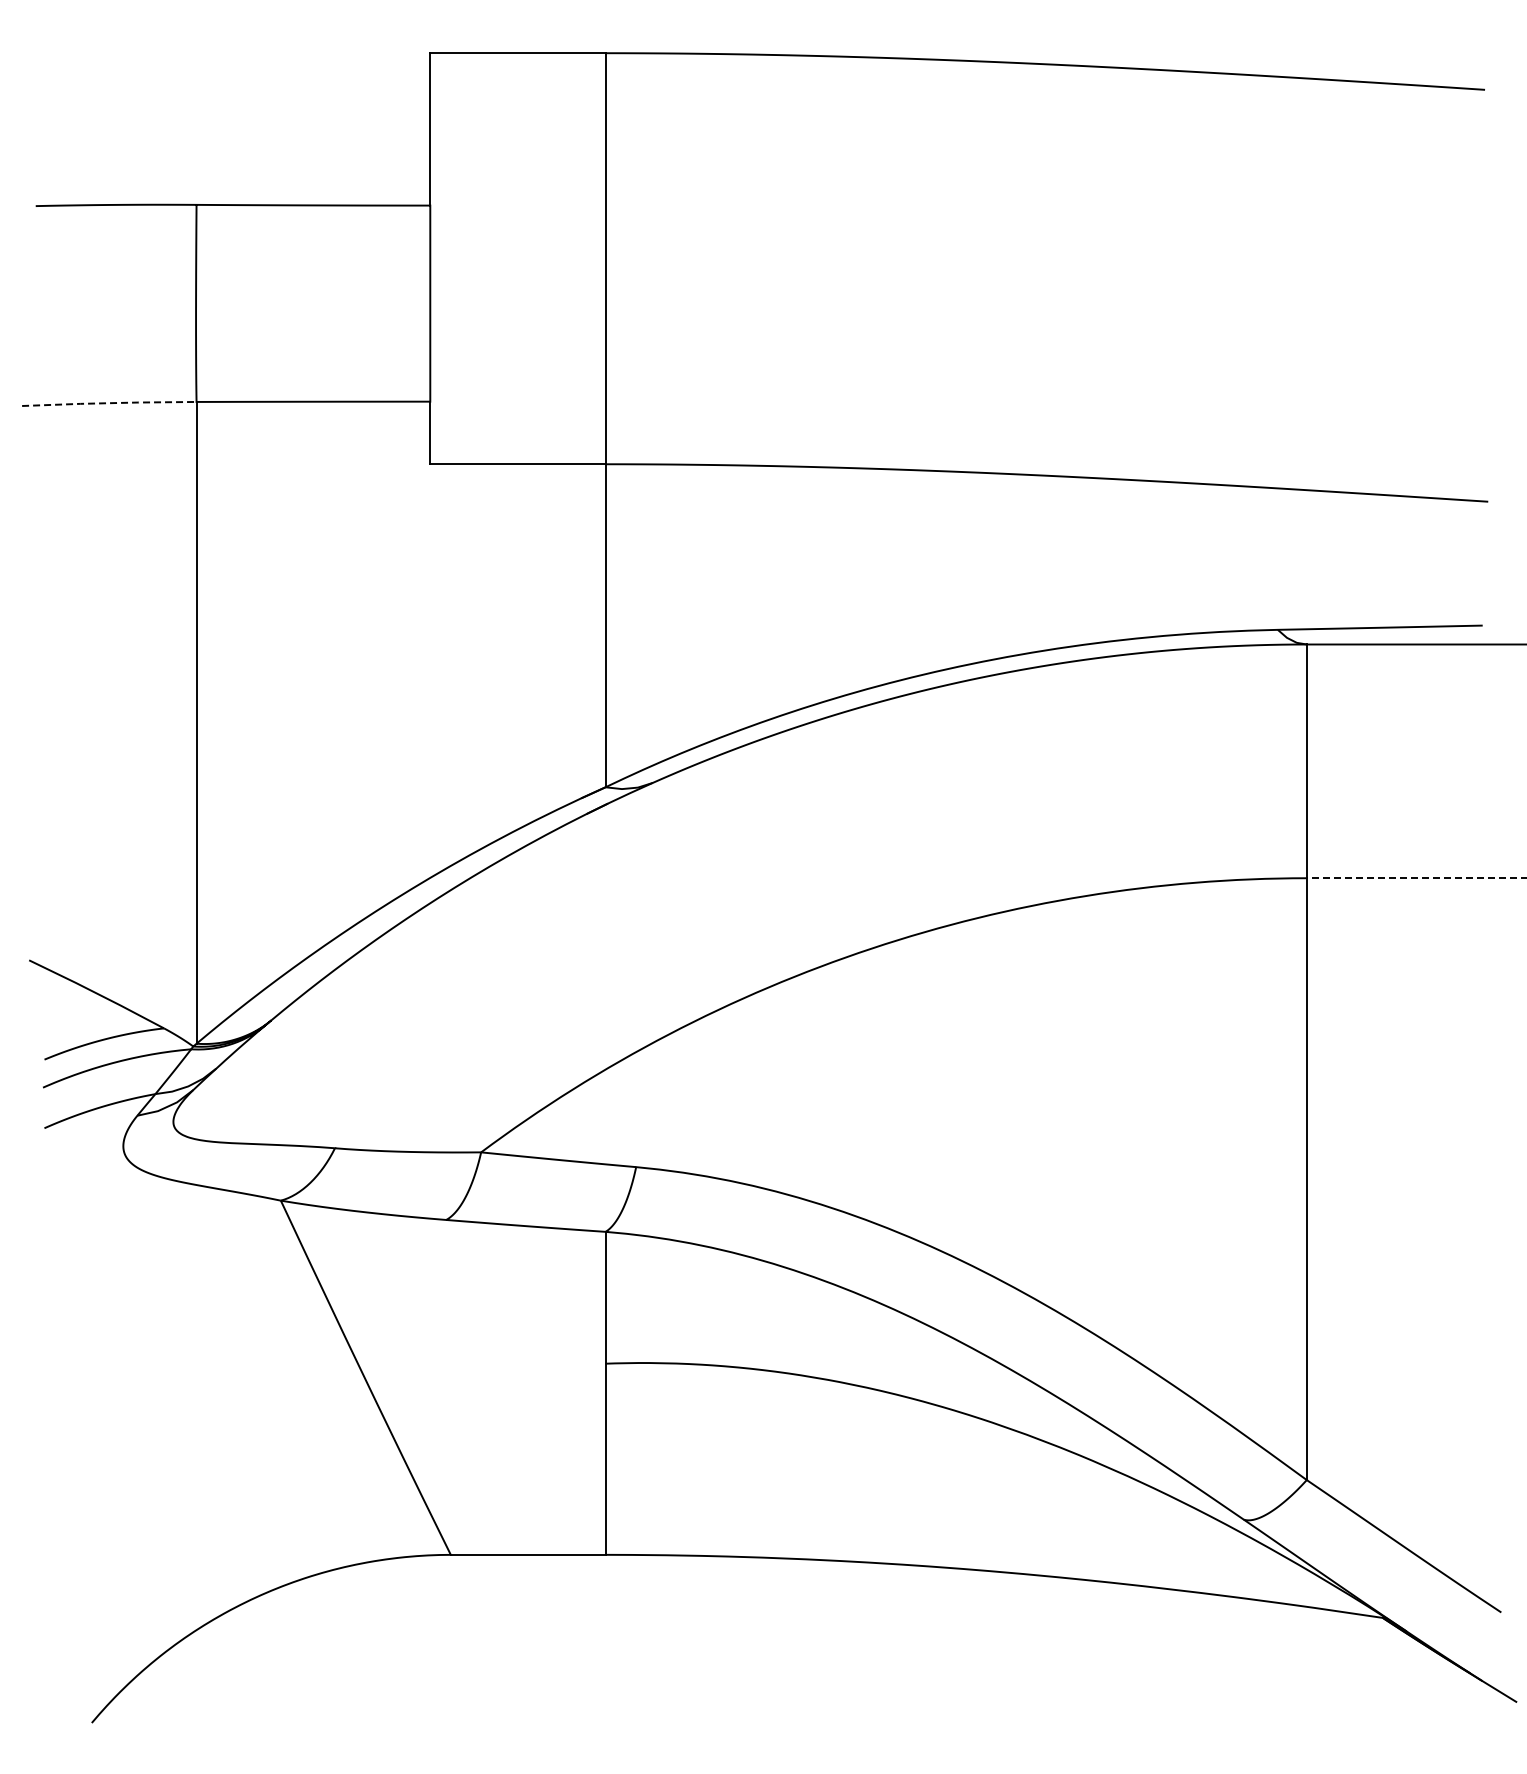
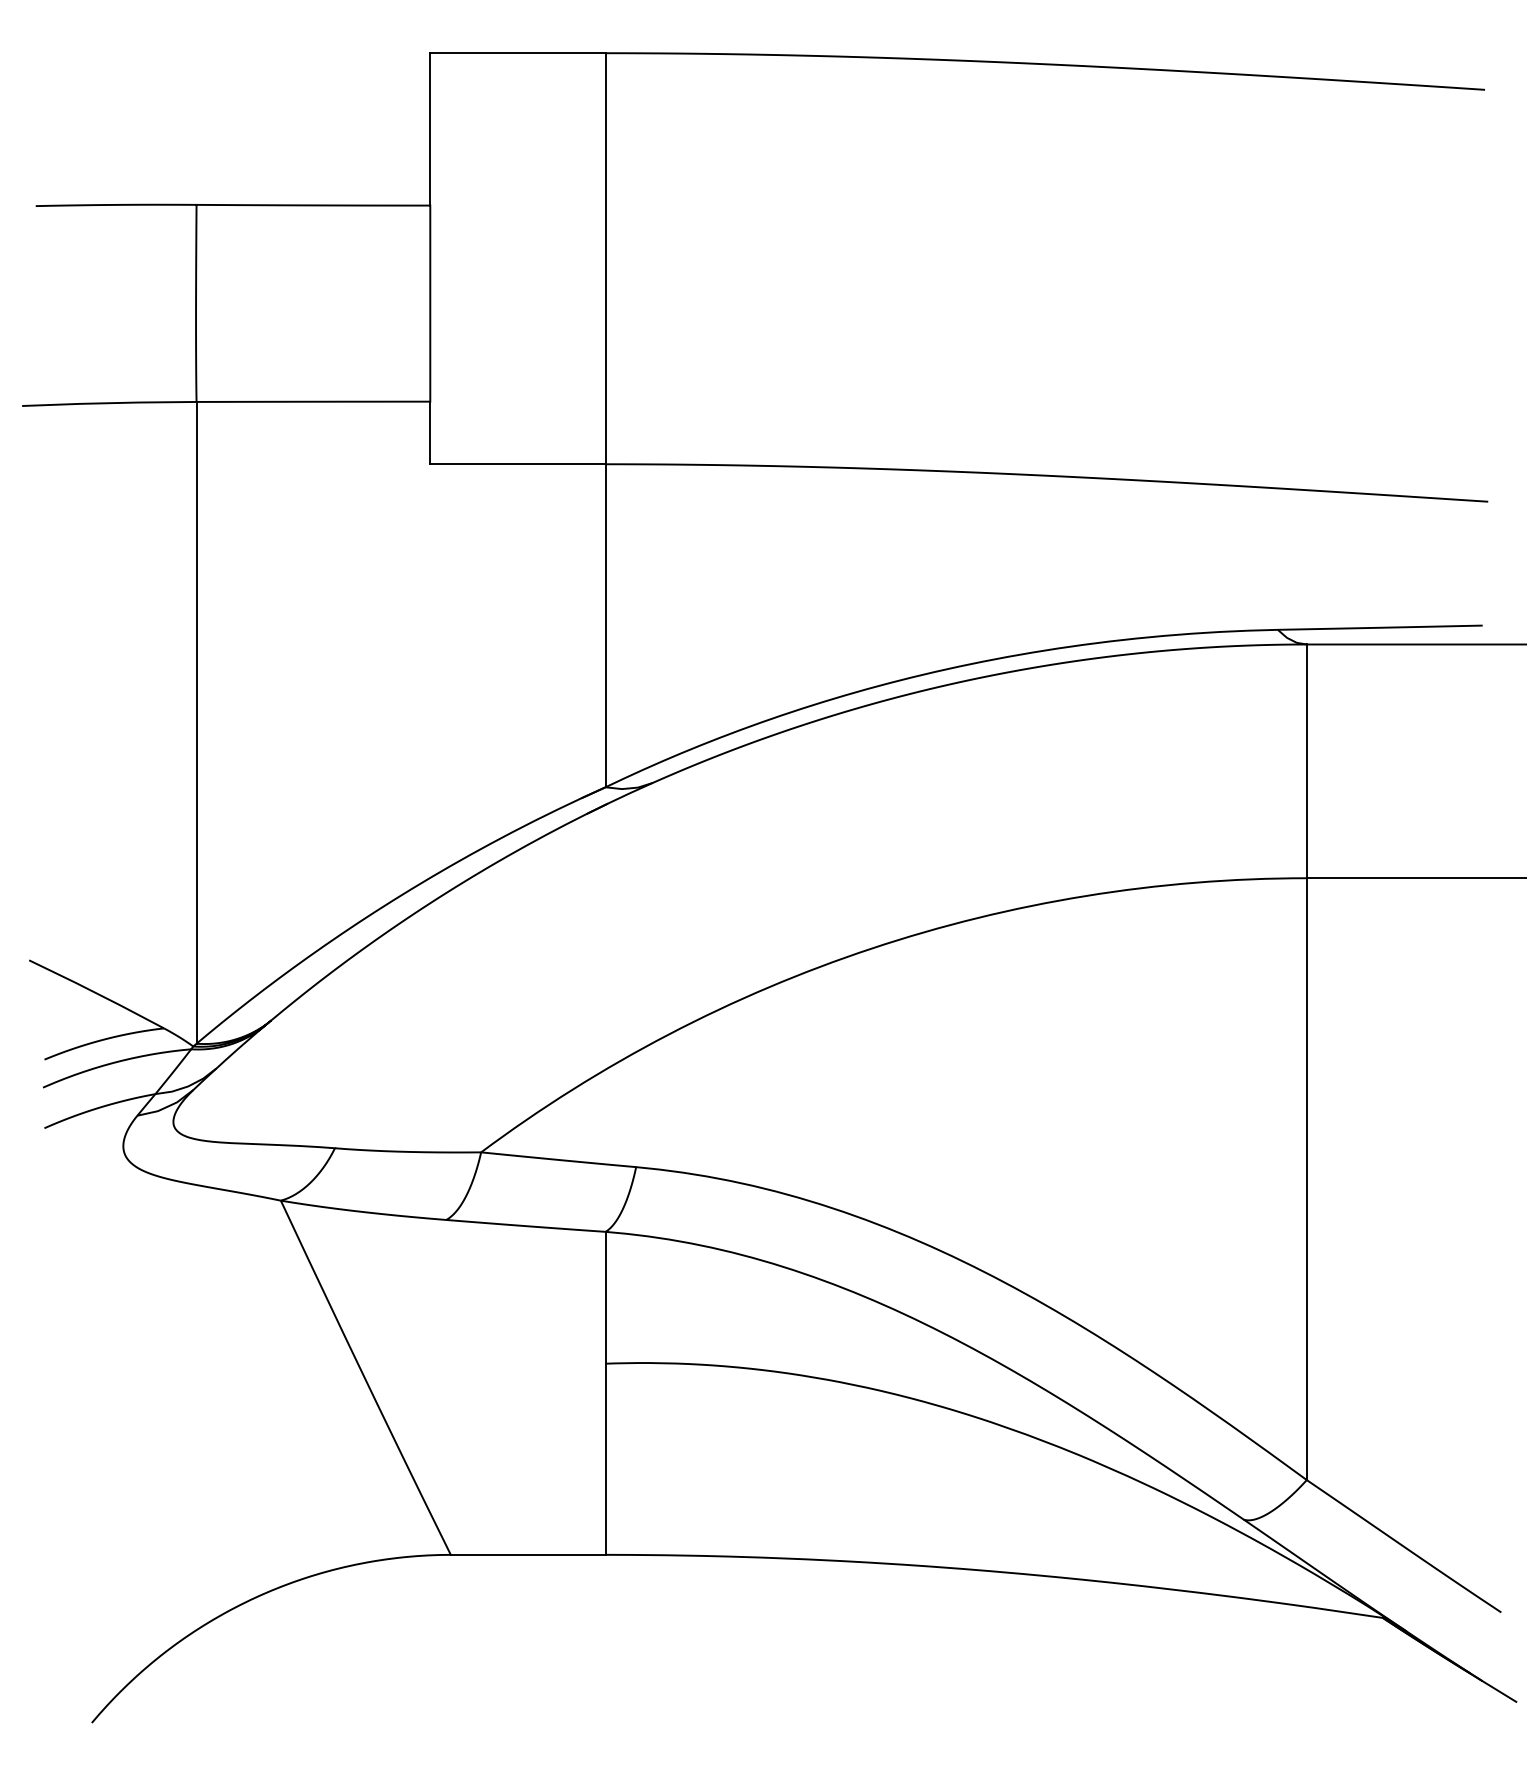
line at (109, 403): dashed -> solid
line at (1416, 878): dashed -> solid
